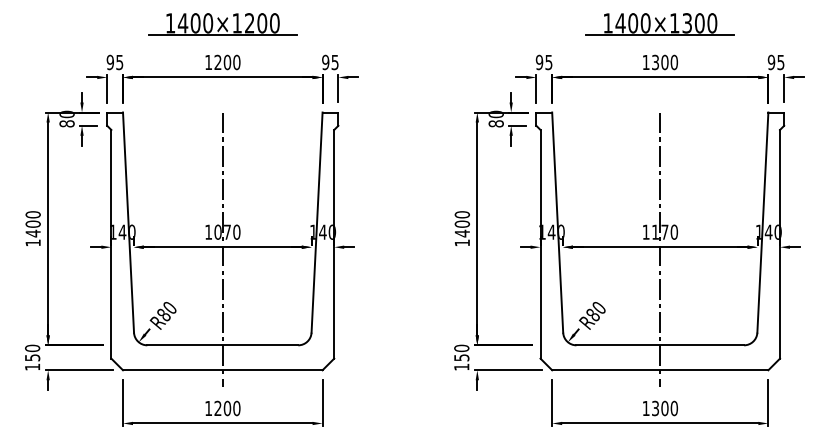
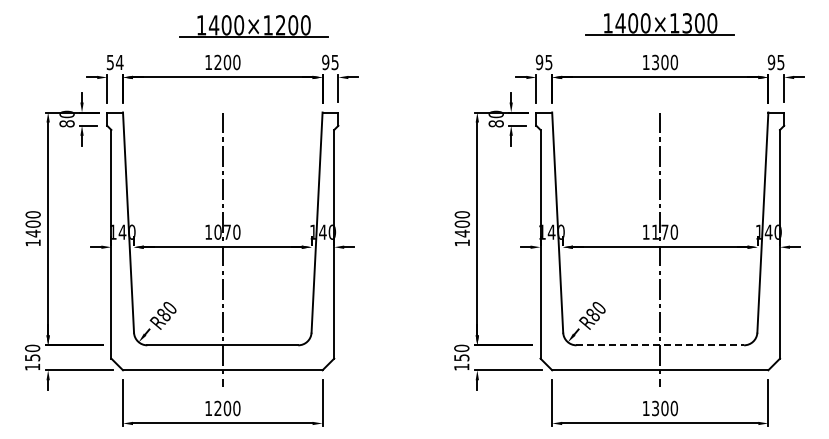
part at (222, 24) position: (222, 24) -> (253, 26)
text at (114, 62): 95 -> 54
line at (660, 345): solid -> dashed
